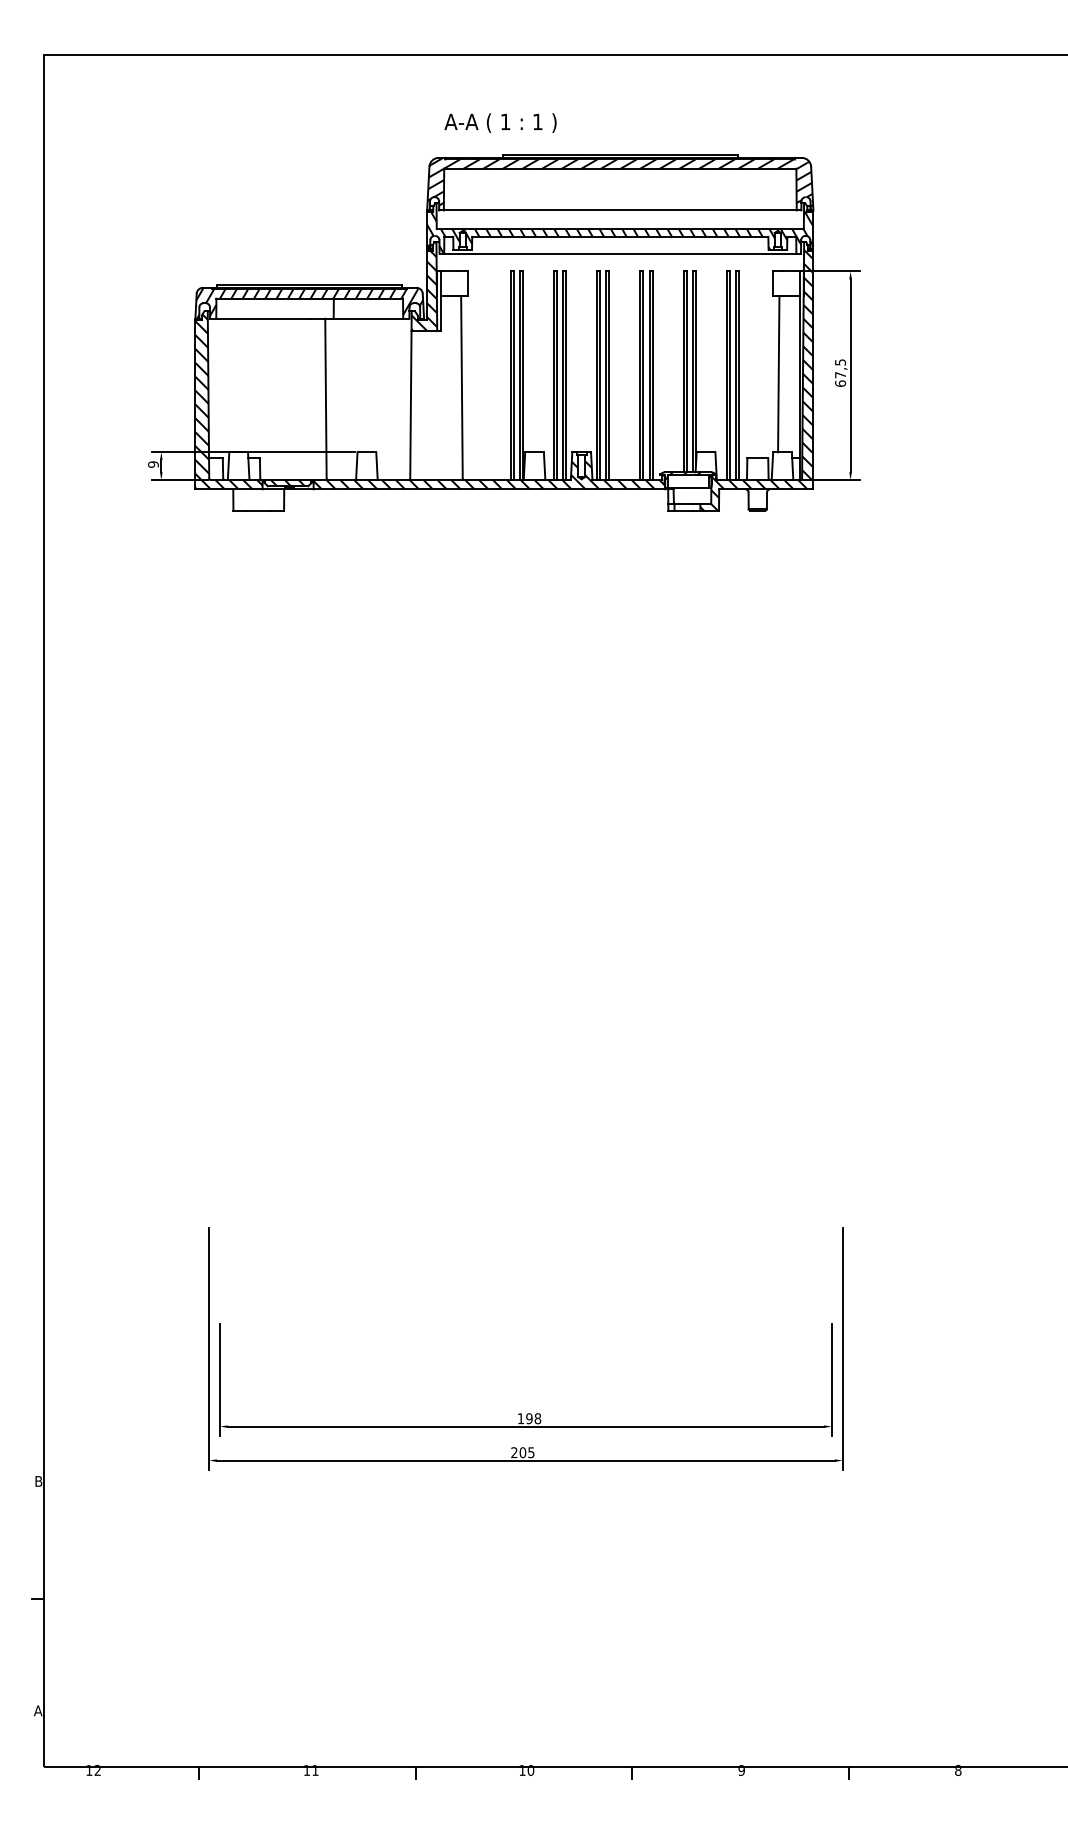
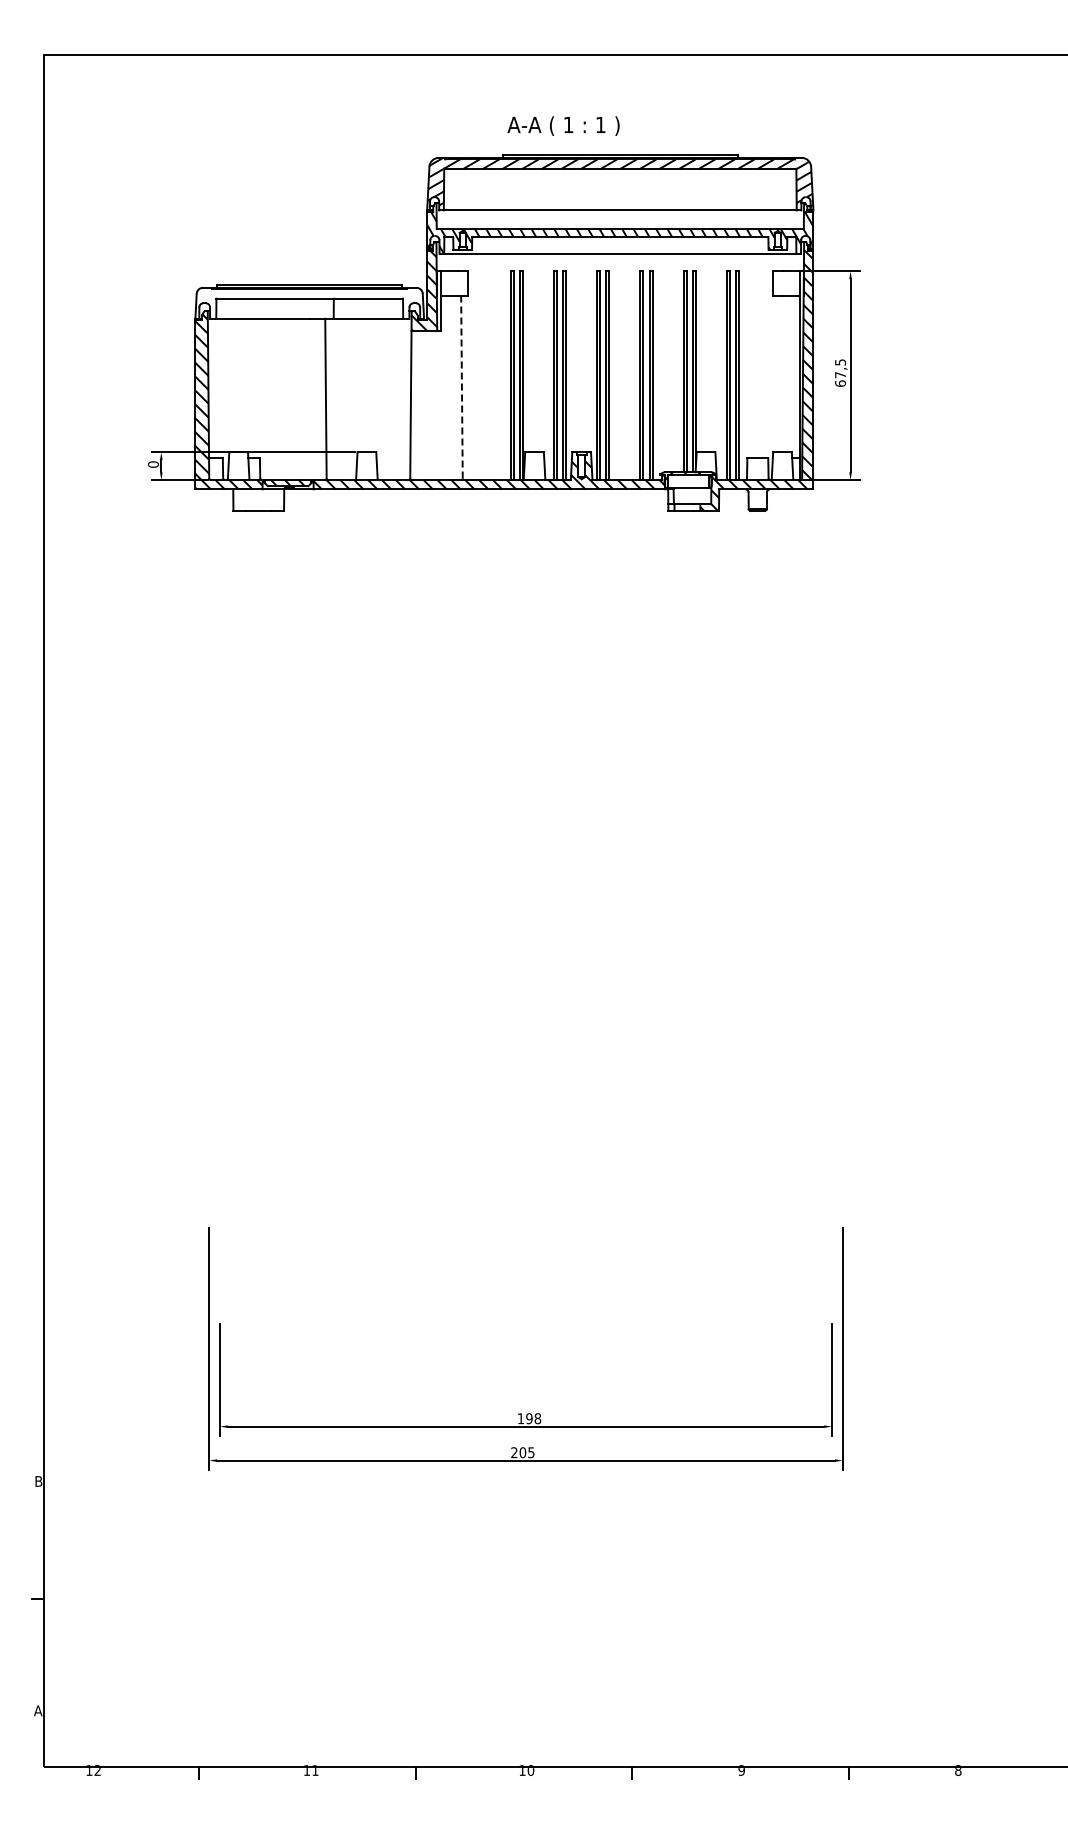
text at (500, 122) position: (500, 122) -> (563, 125)
hatch at (310, 302): present -> none
line at (778, 374): present -> none
line at (461, 386): solid -> dashed
text at (153, 464): 9 -> 0
